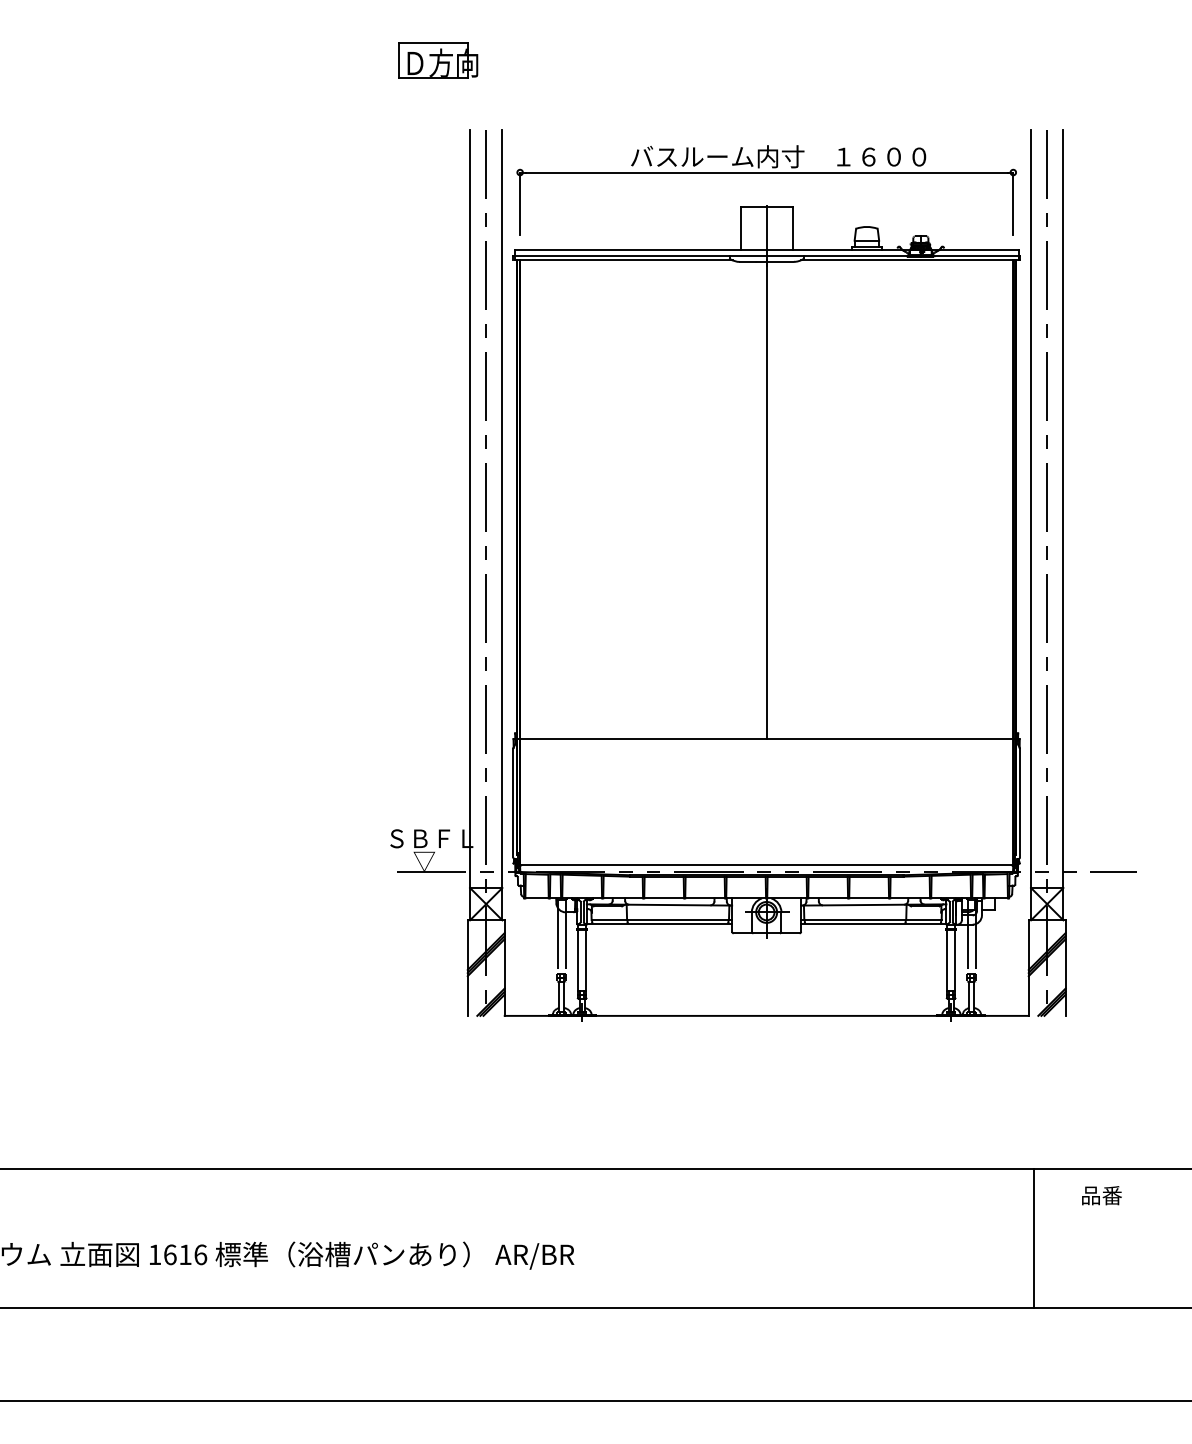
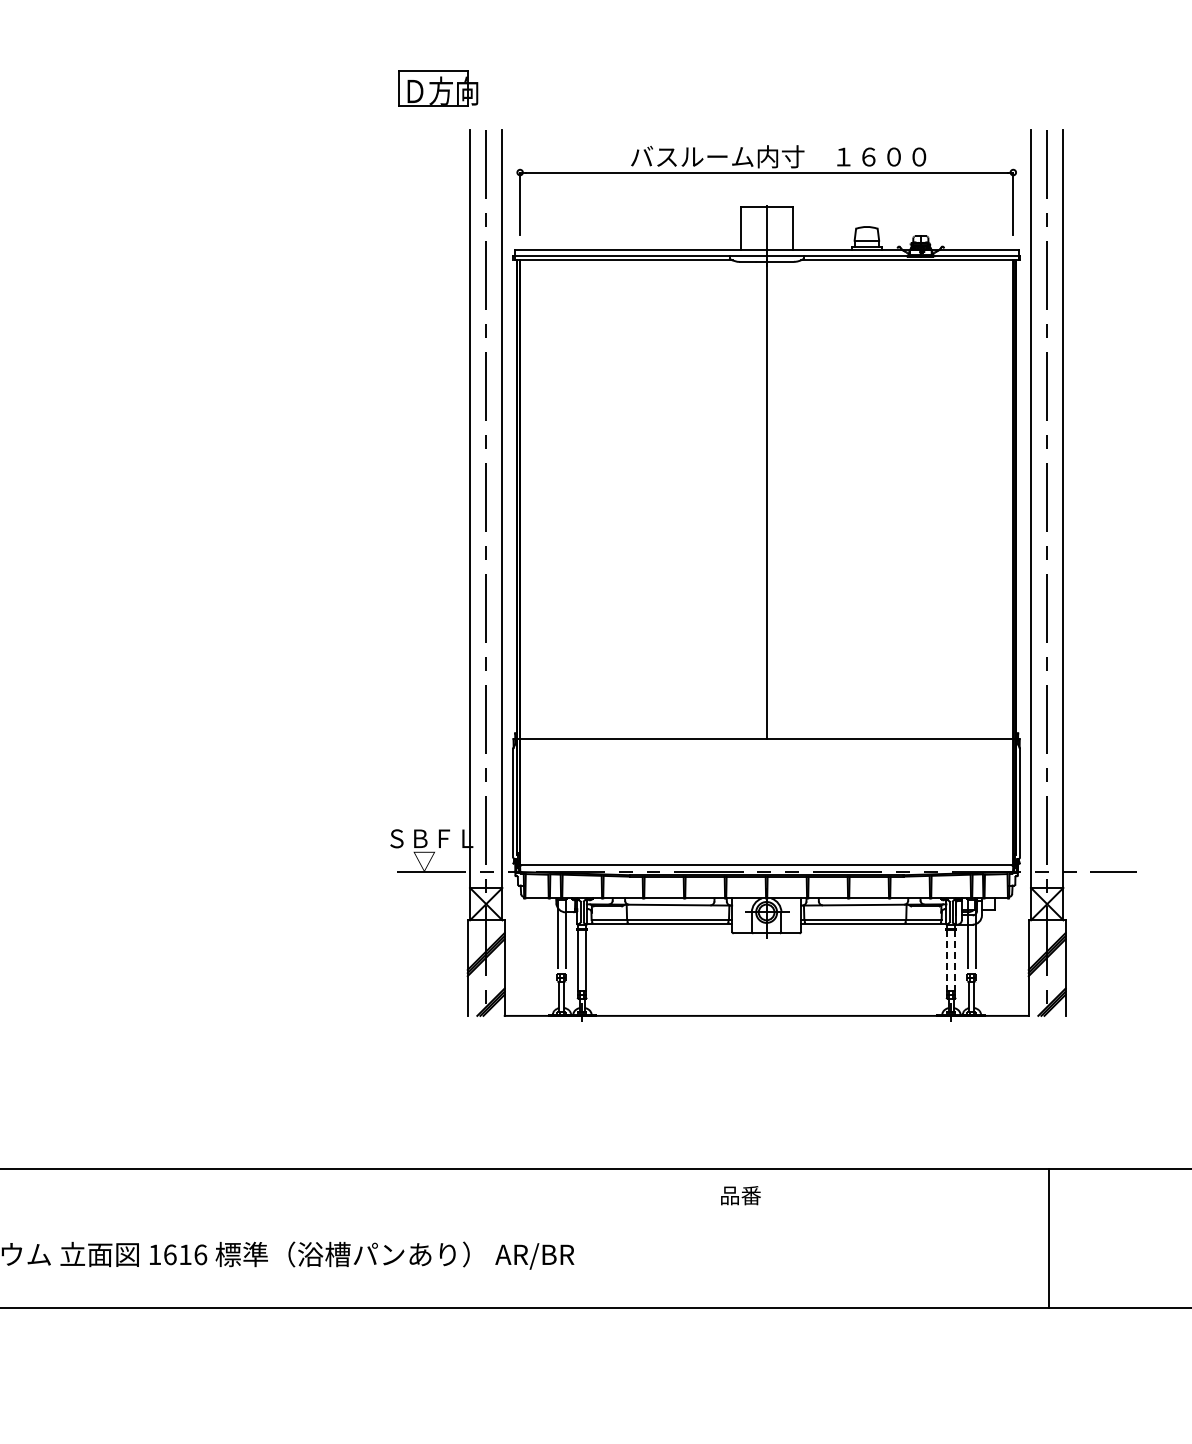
part at (438, 60) position: (438, 60) -> (438, 88)
line at (947, 961): solid -> dashed
line at (955, 961): solid -> dashed
text at (1101, 1195) position: (1101, 1195) -> (740, 1195)
line at (1034, 1238) position: (1034, 1238) -> (1049, 1238)
line at (595, 1400): present -> none
